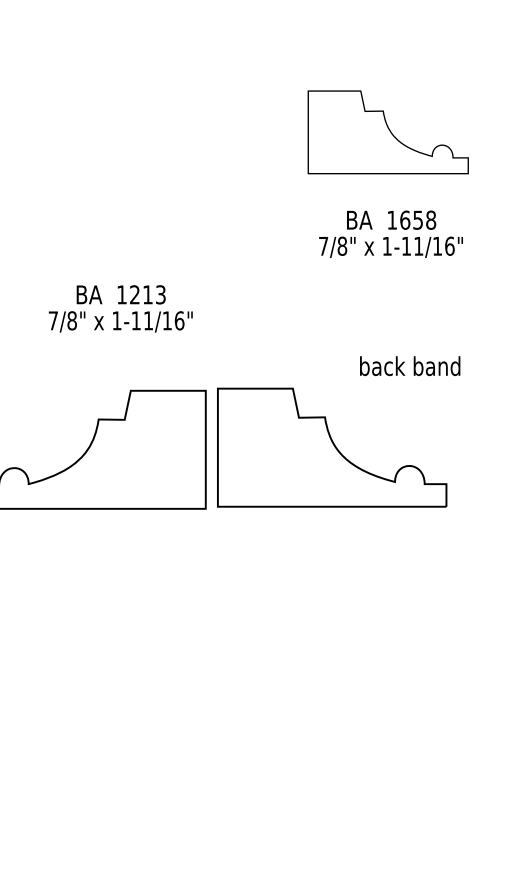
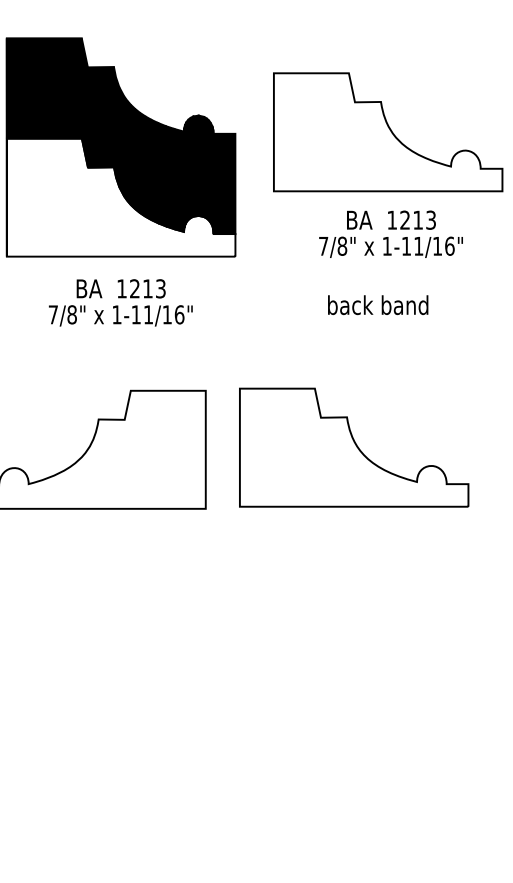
part at (387, 132) size: 162x85 px -> 231x121 px
part at (120, 147): none -> present
text at (418, 219): 1658 -> 1213
text at (120, 308) position: (120, 308) -> (120, 302)
text at (410, 366) position: (410, 366) -> (378, 305)
part at (332, 447) position: (332, 447) -> (354, 447)
